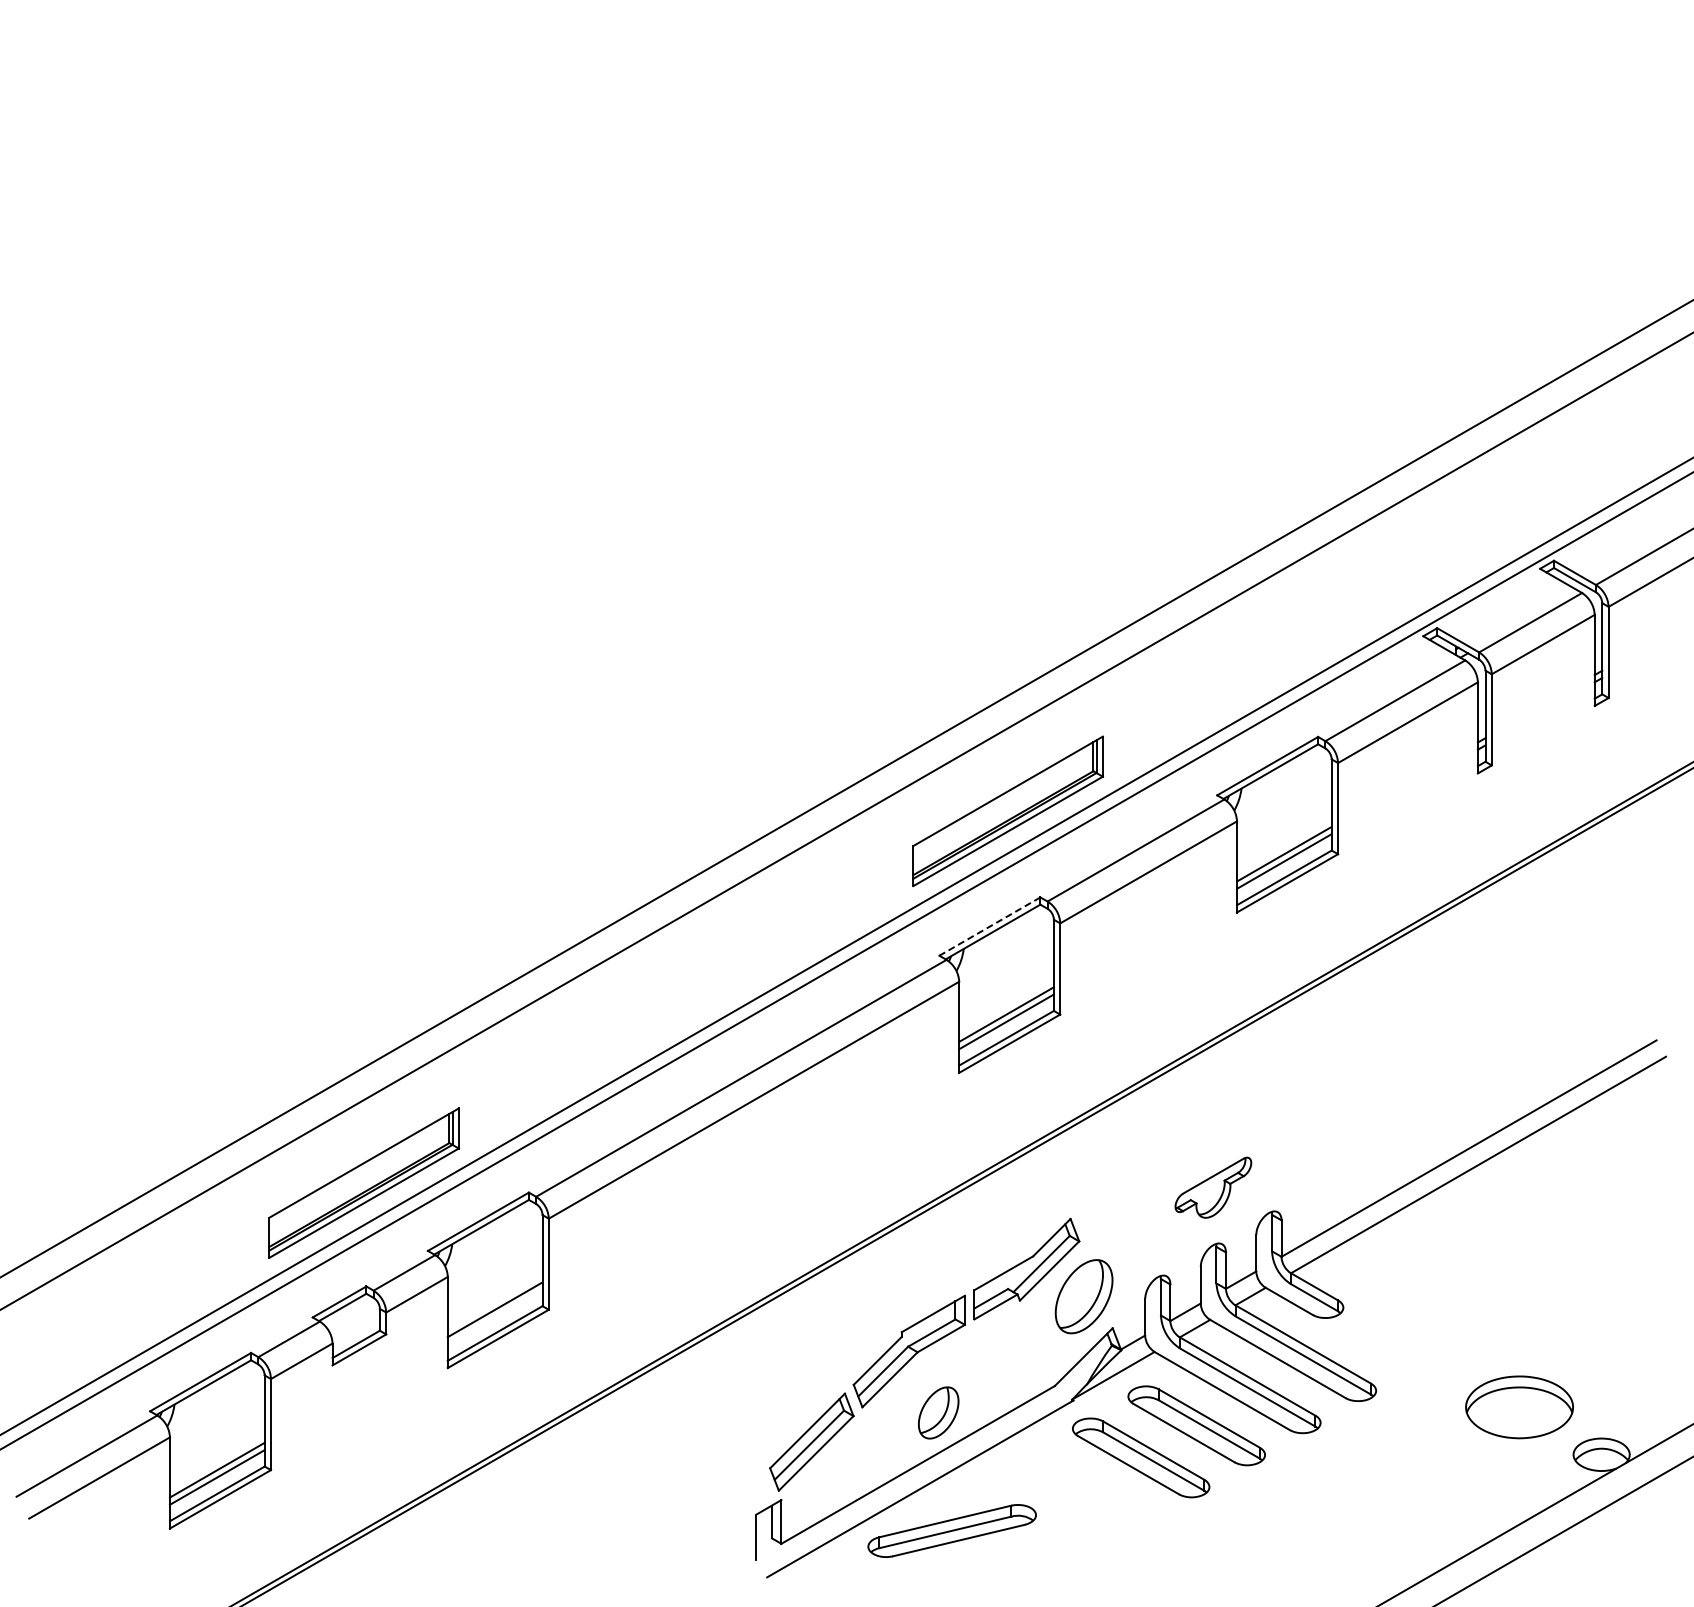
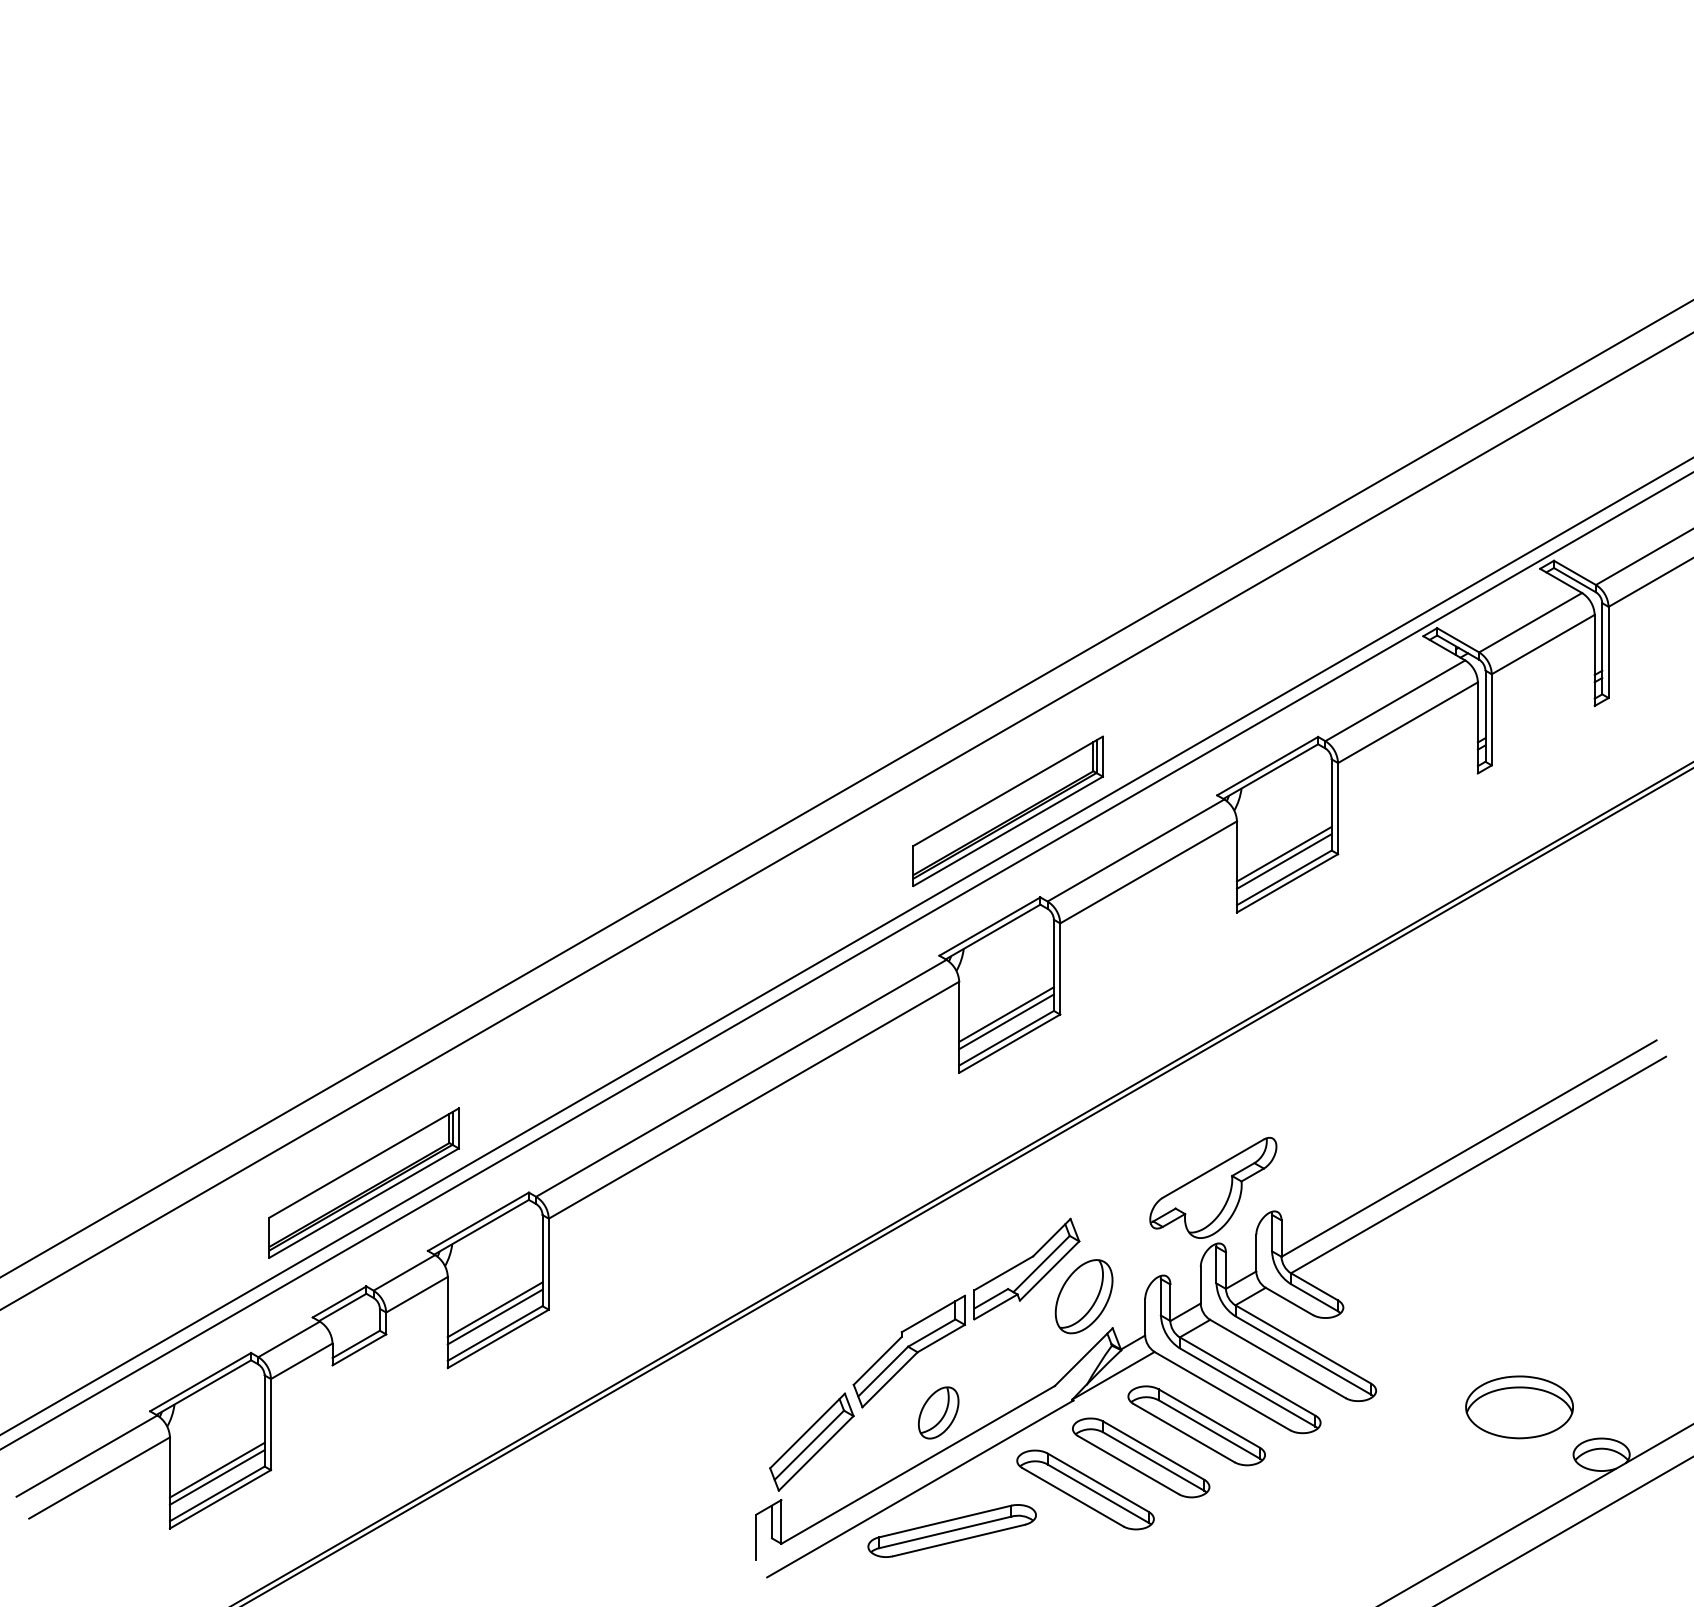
line at (989, 926): dashed -> solid
part at (1213, 1187) size: 79x63 px -> 129x103 px
line at (494, 1316): none -> present
part at (1085, 1489): none -> present
